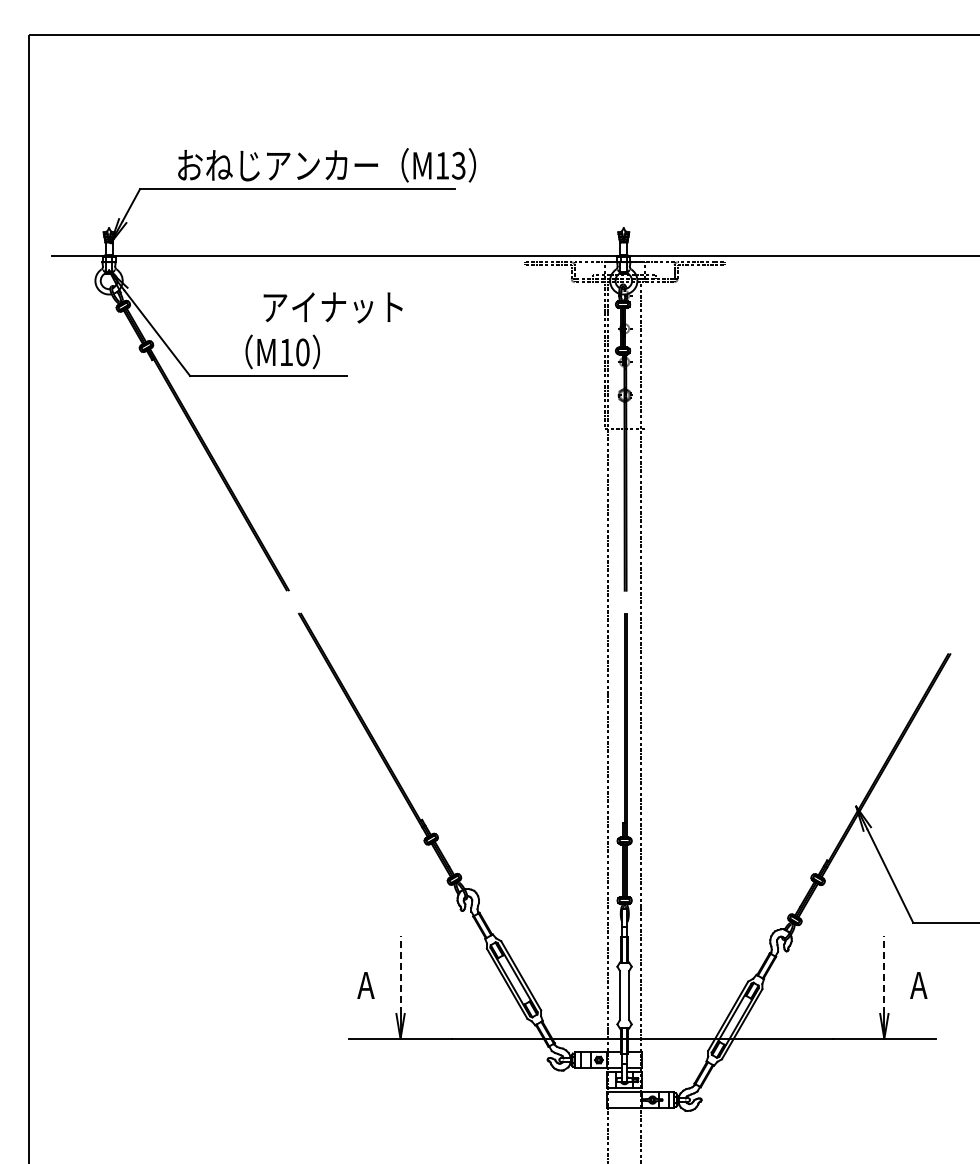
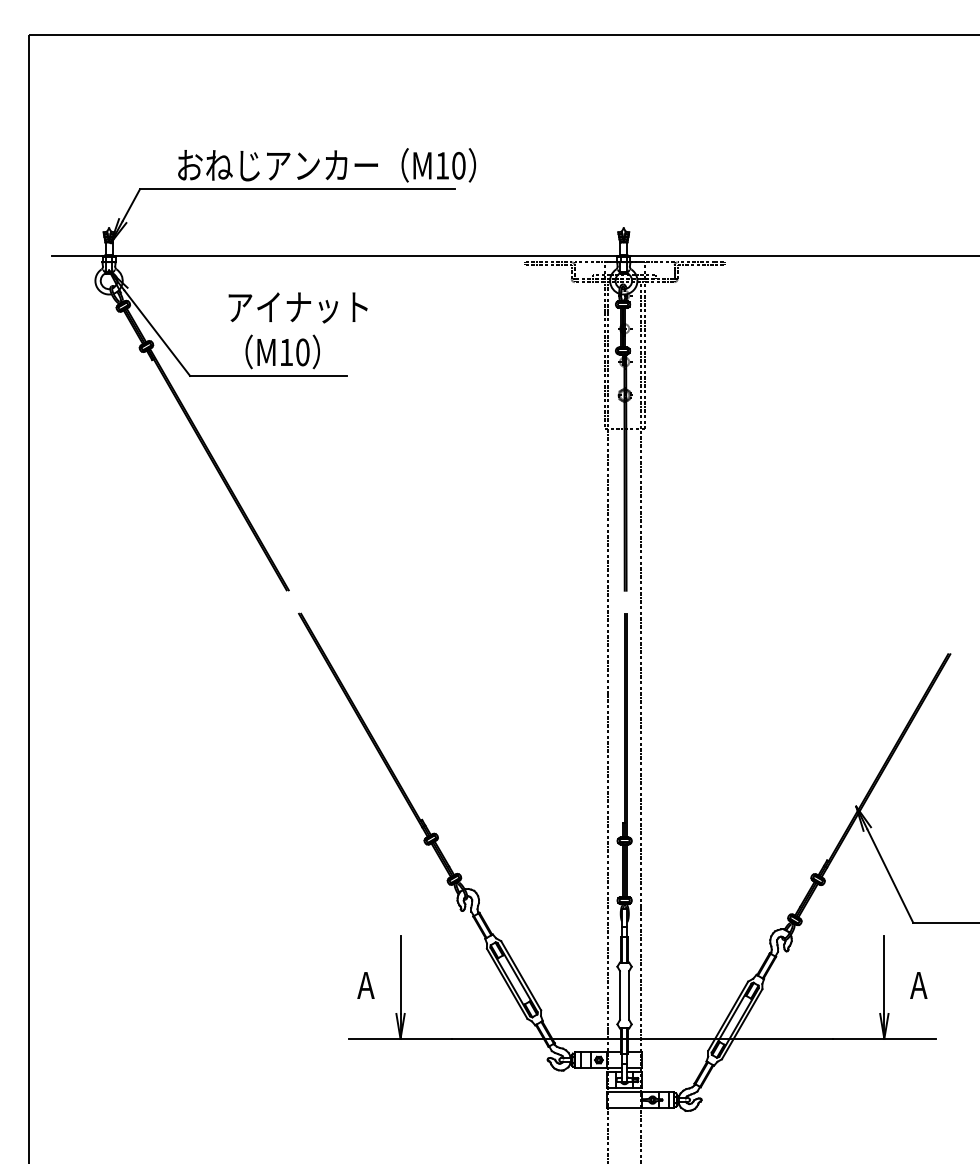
text at (458, 165): M13 -> M10
text at (332, 307) position: (332, 307) -> (297, 307)
line at (644, 355): none -> present
line at (400, 975): dashed -> solid
line at (884, 975): dashed -> solid
